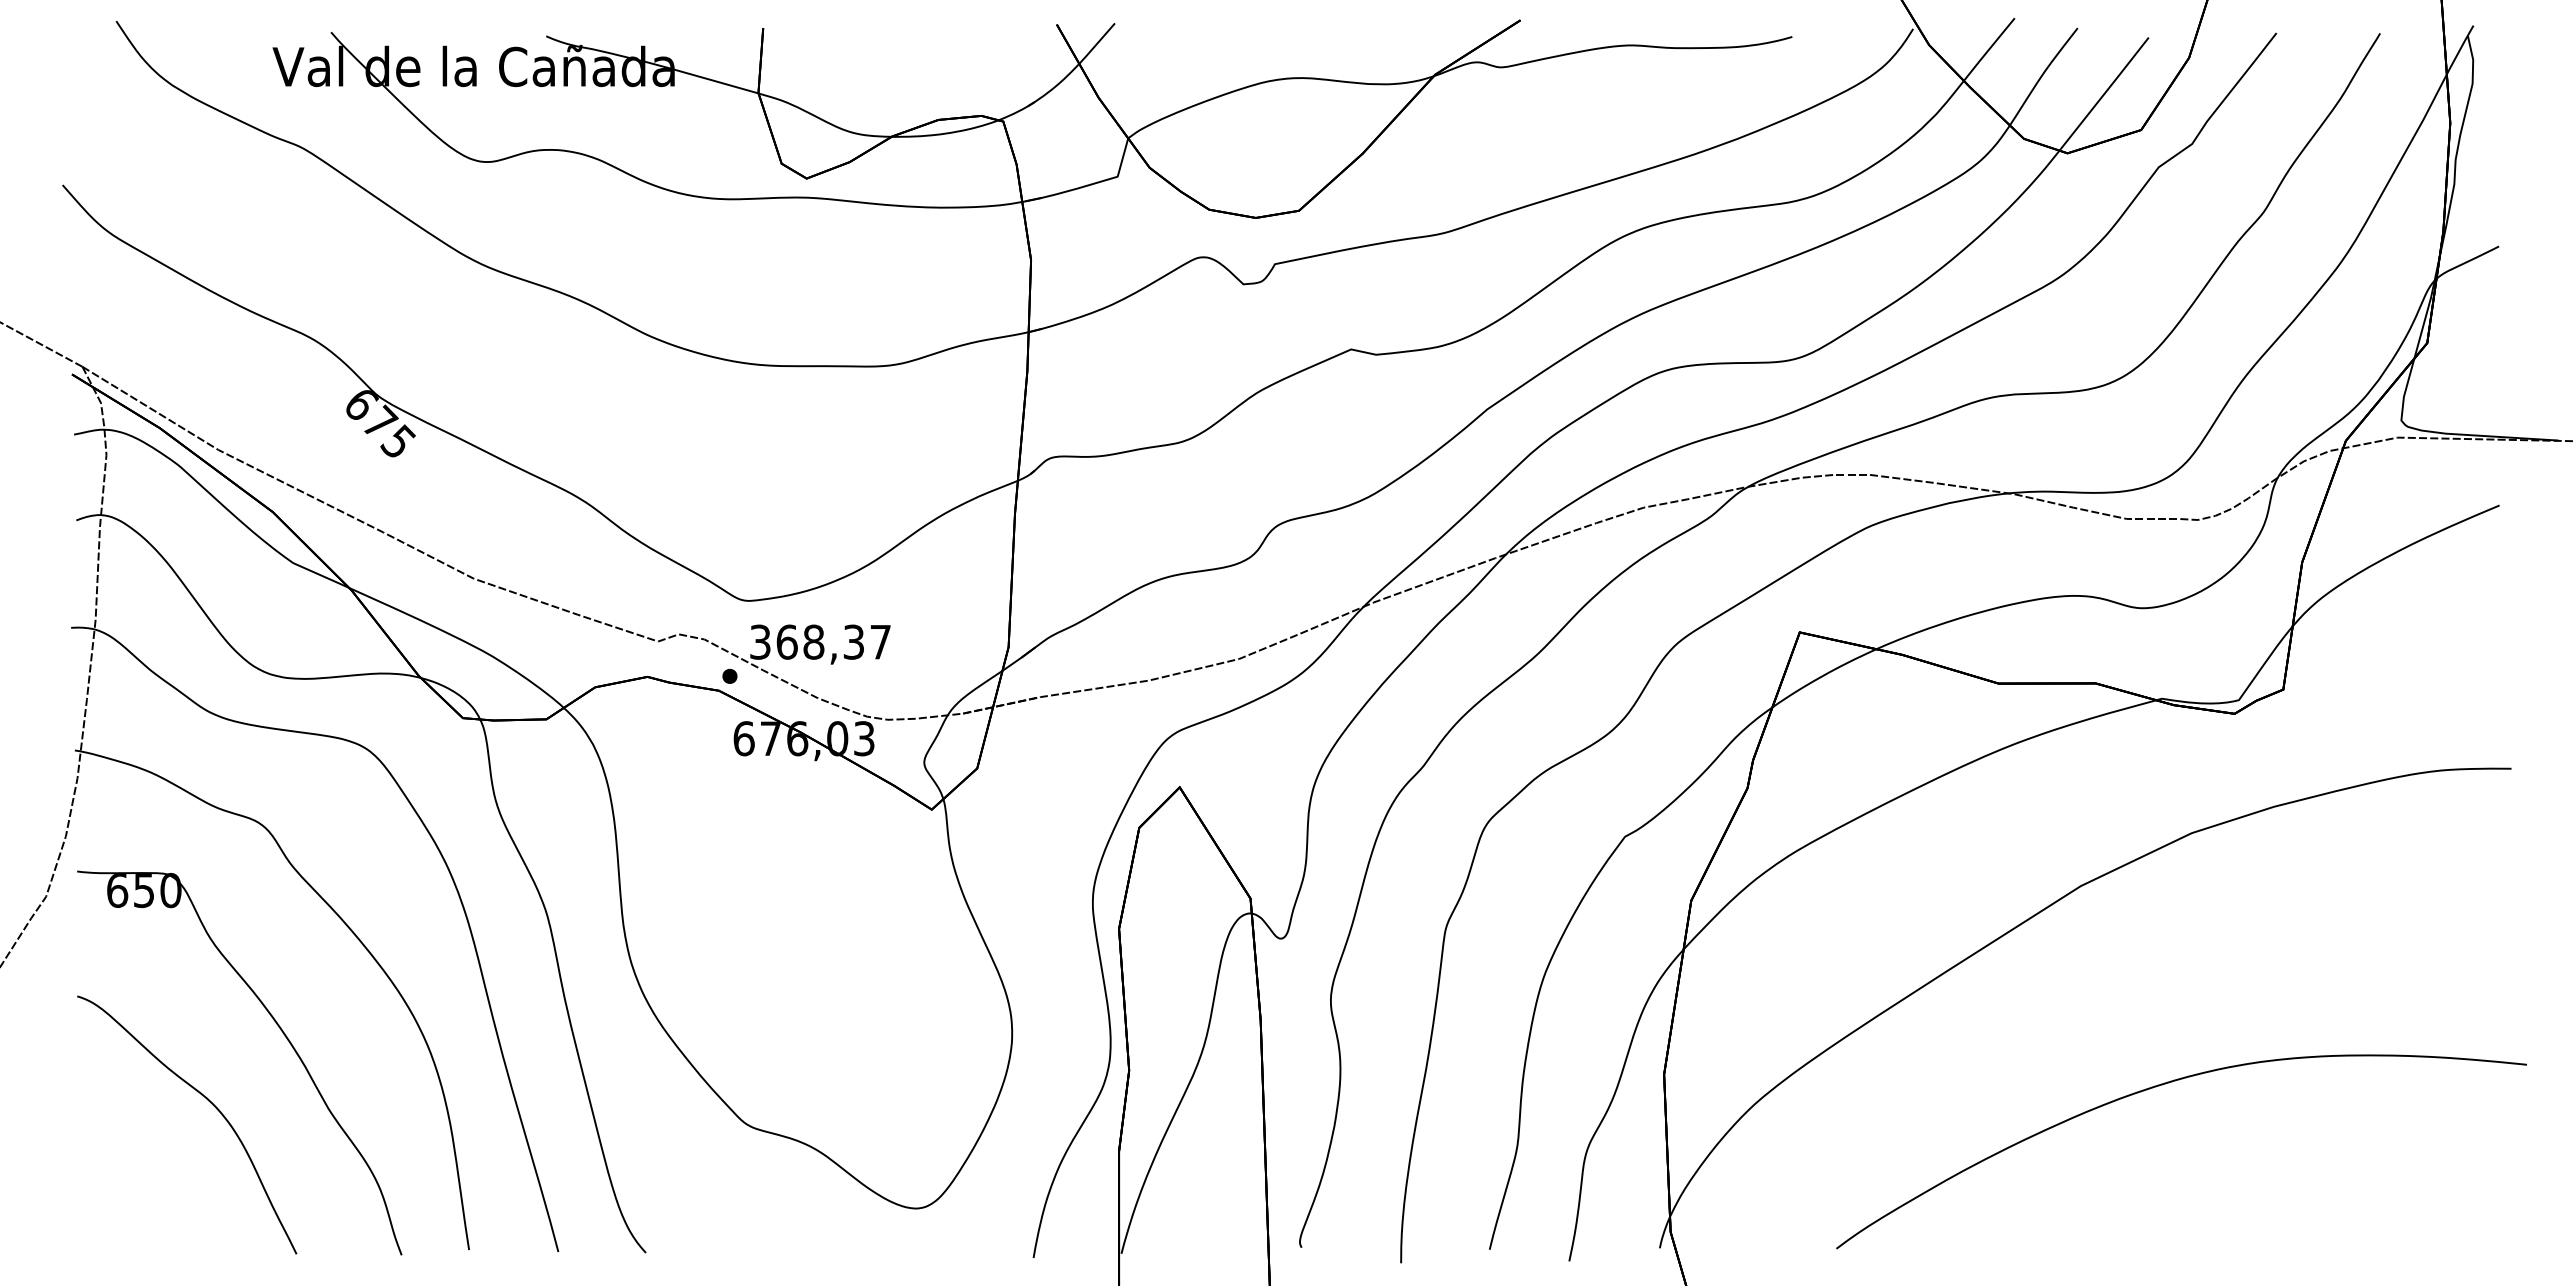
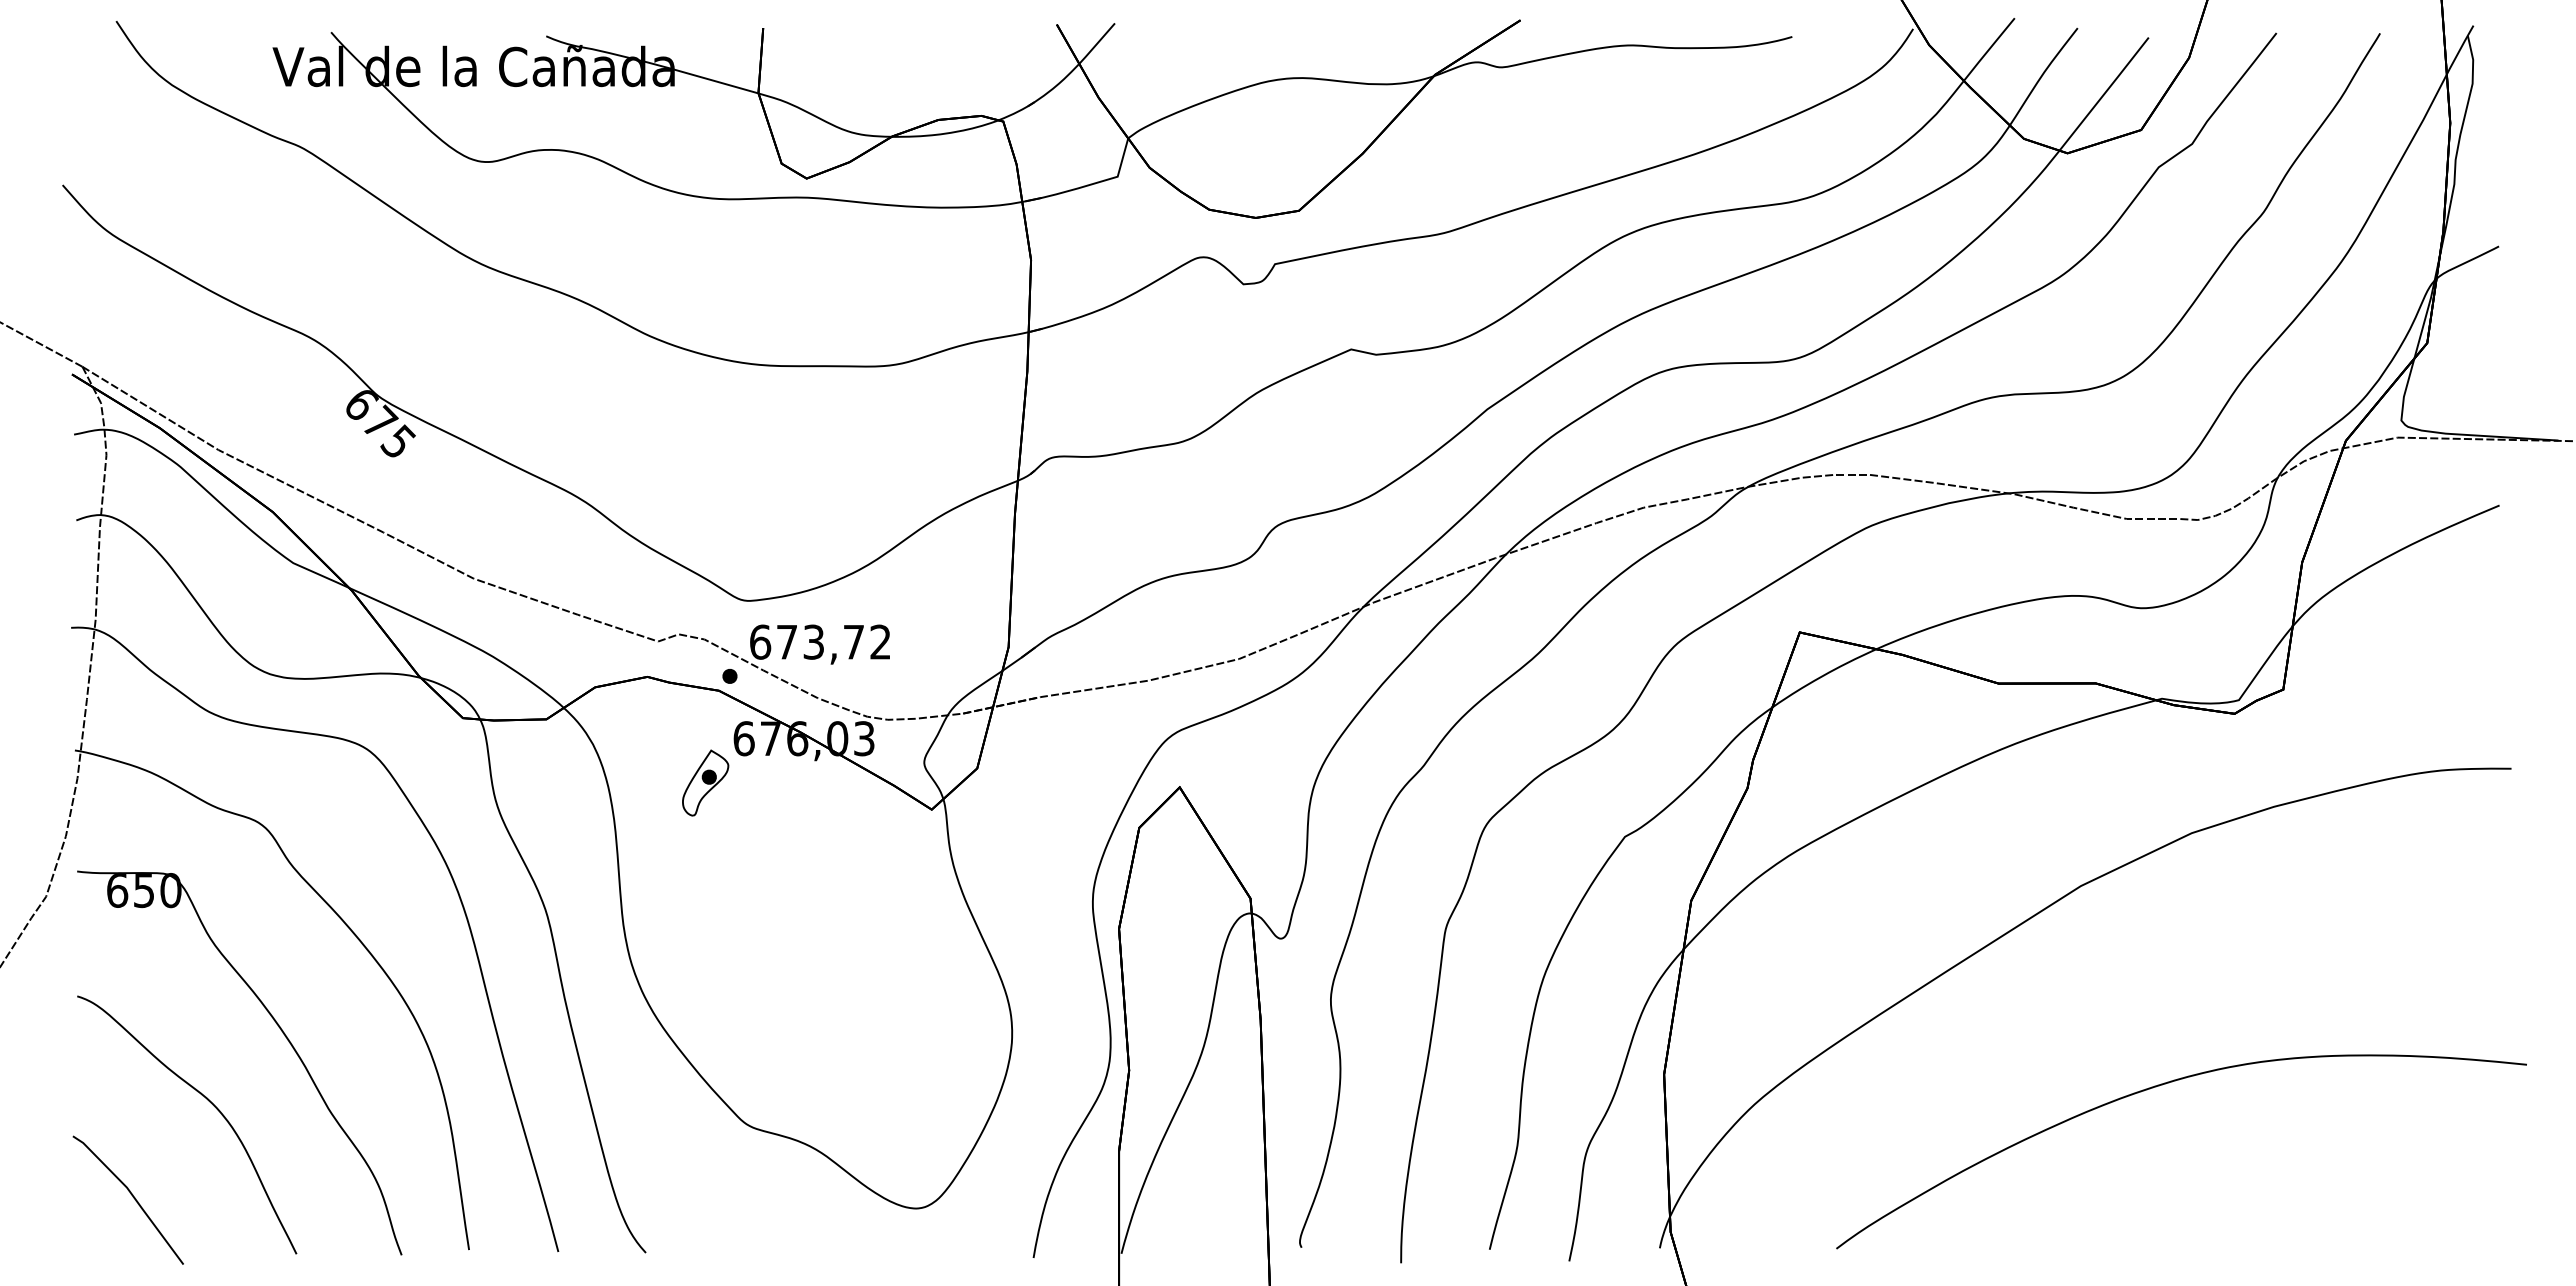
text at (820, 641): 368,37 -> 673,72
part at (705, 782): none -> present
line at (131, 1195): none -> present
